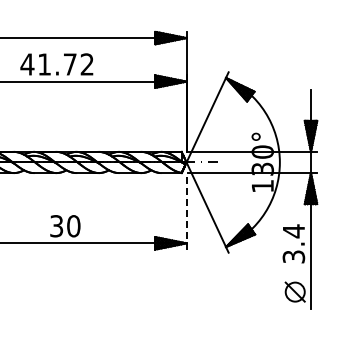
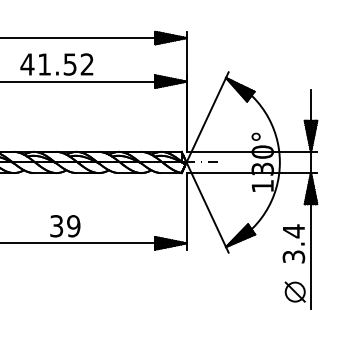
text at (69, 64): 41.72 -> 41.52
line at (186, 210): dashed -> solid
text at (73, 226): 30 -> 39
